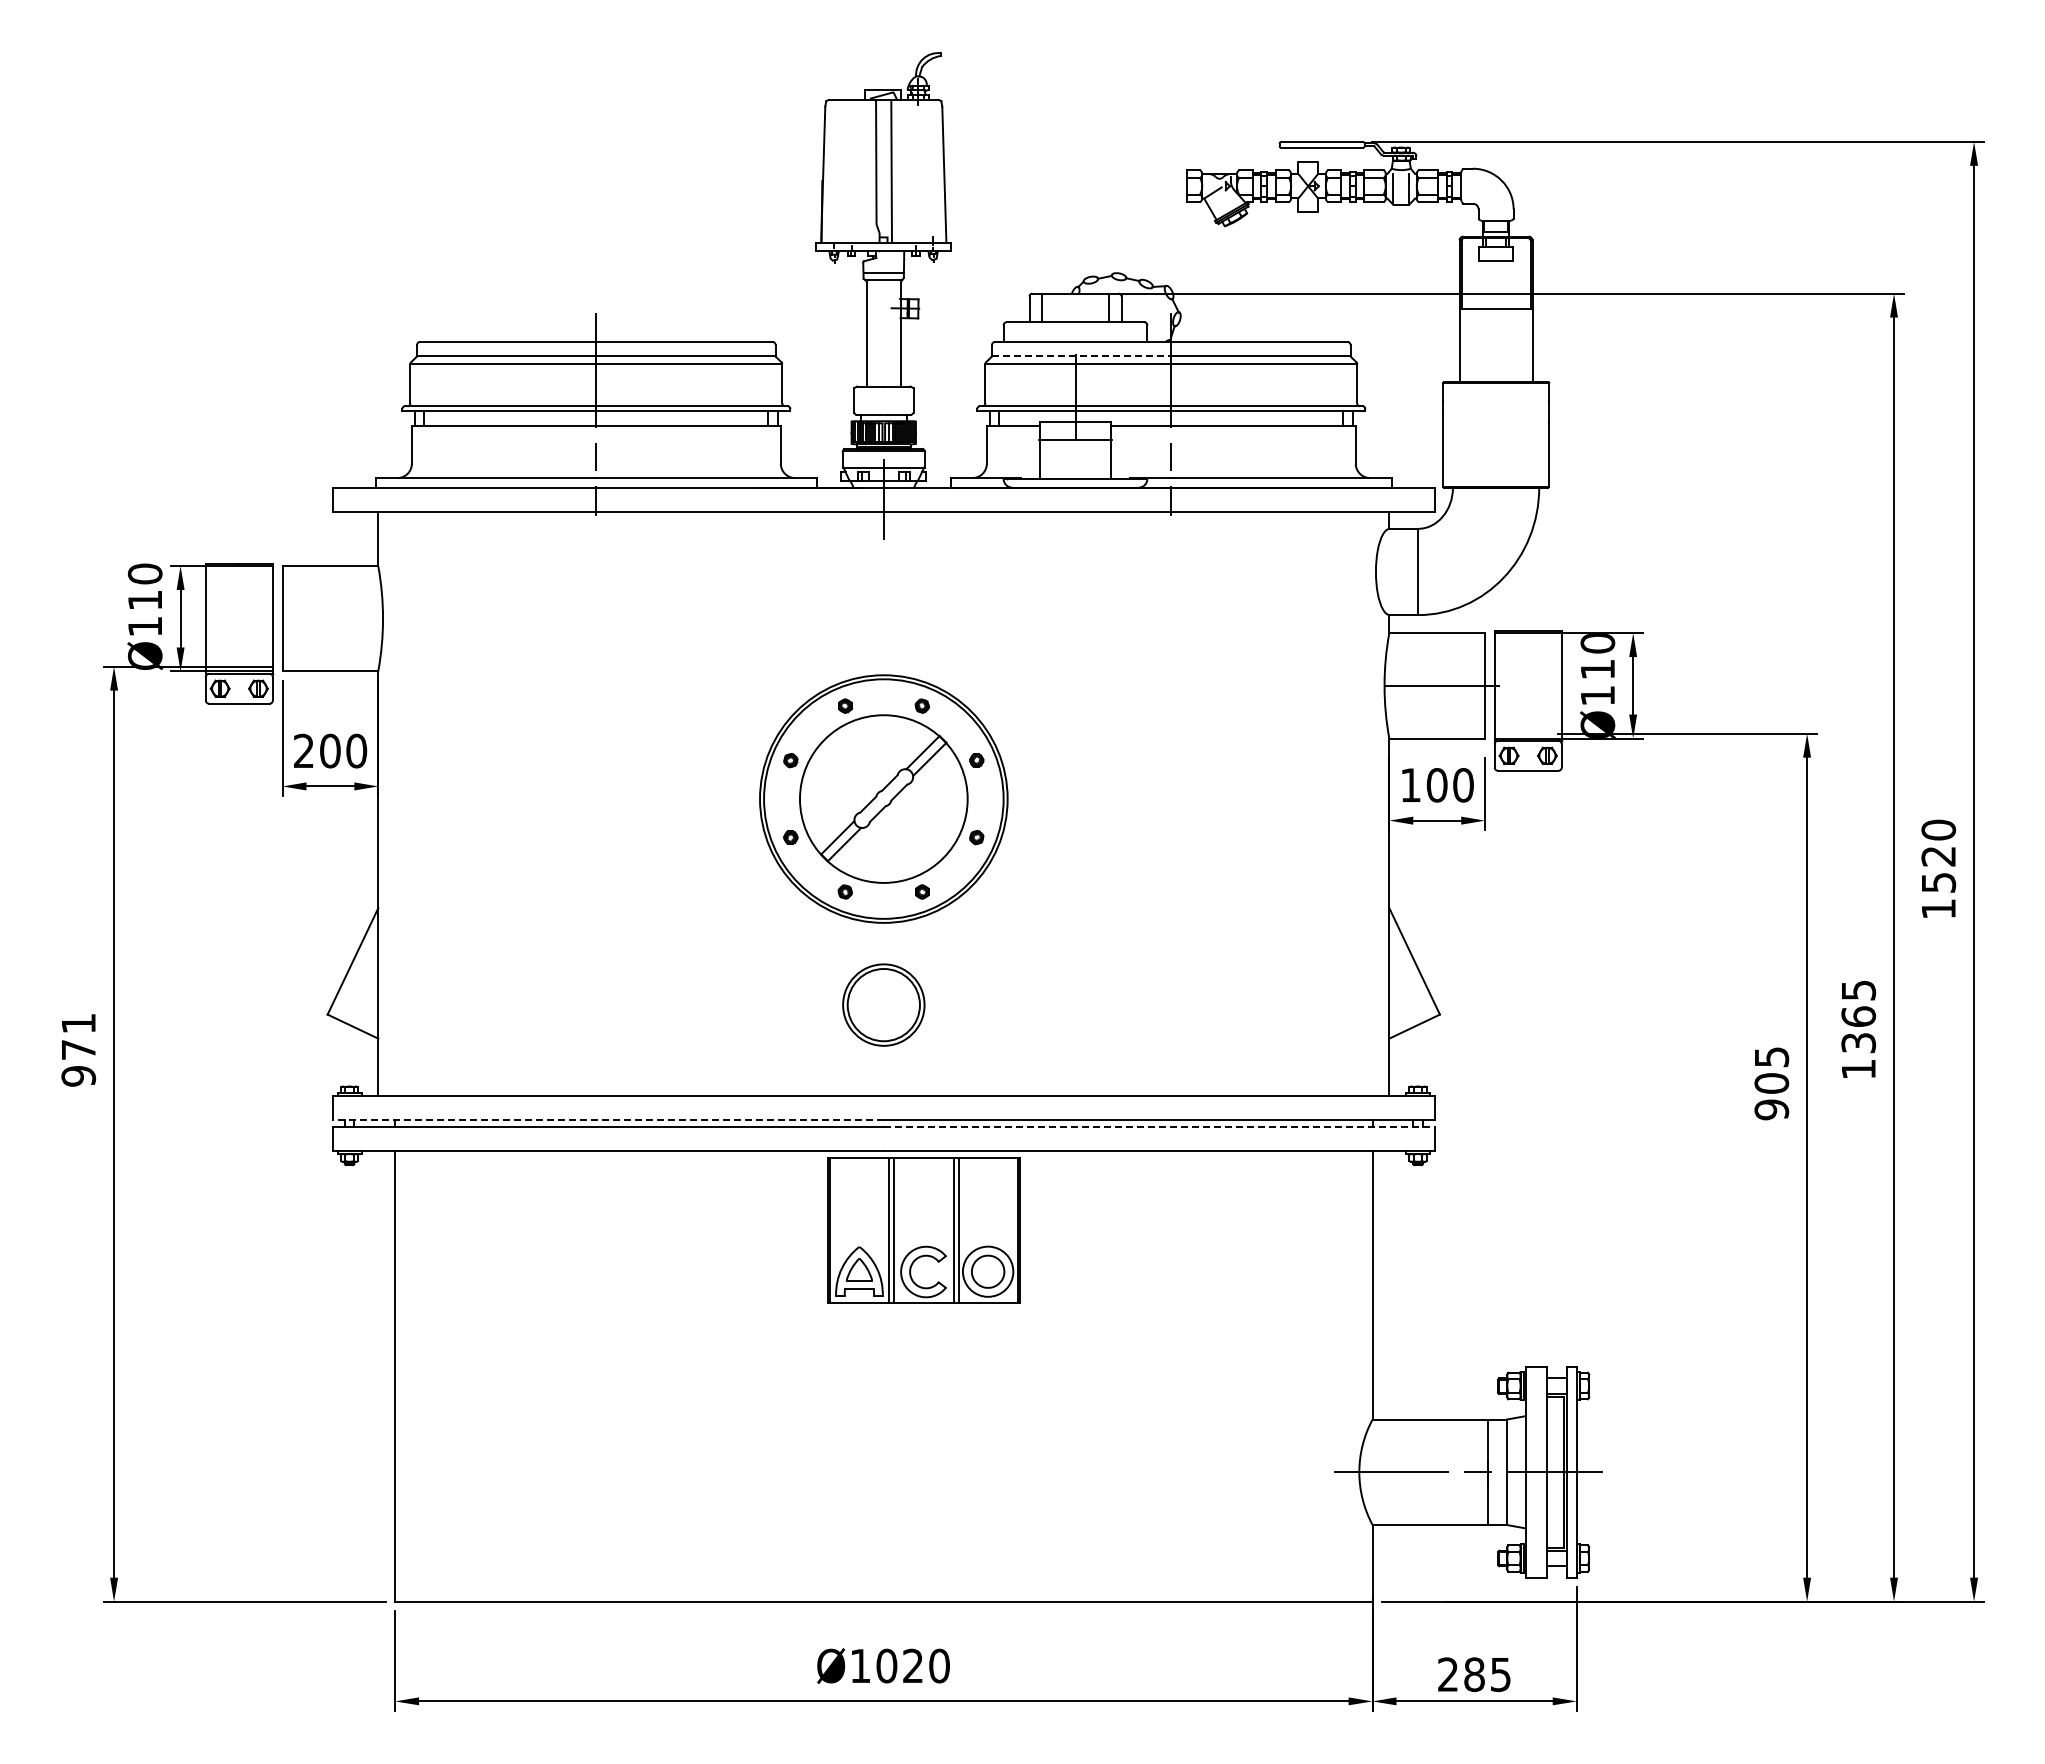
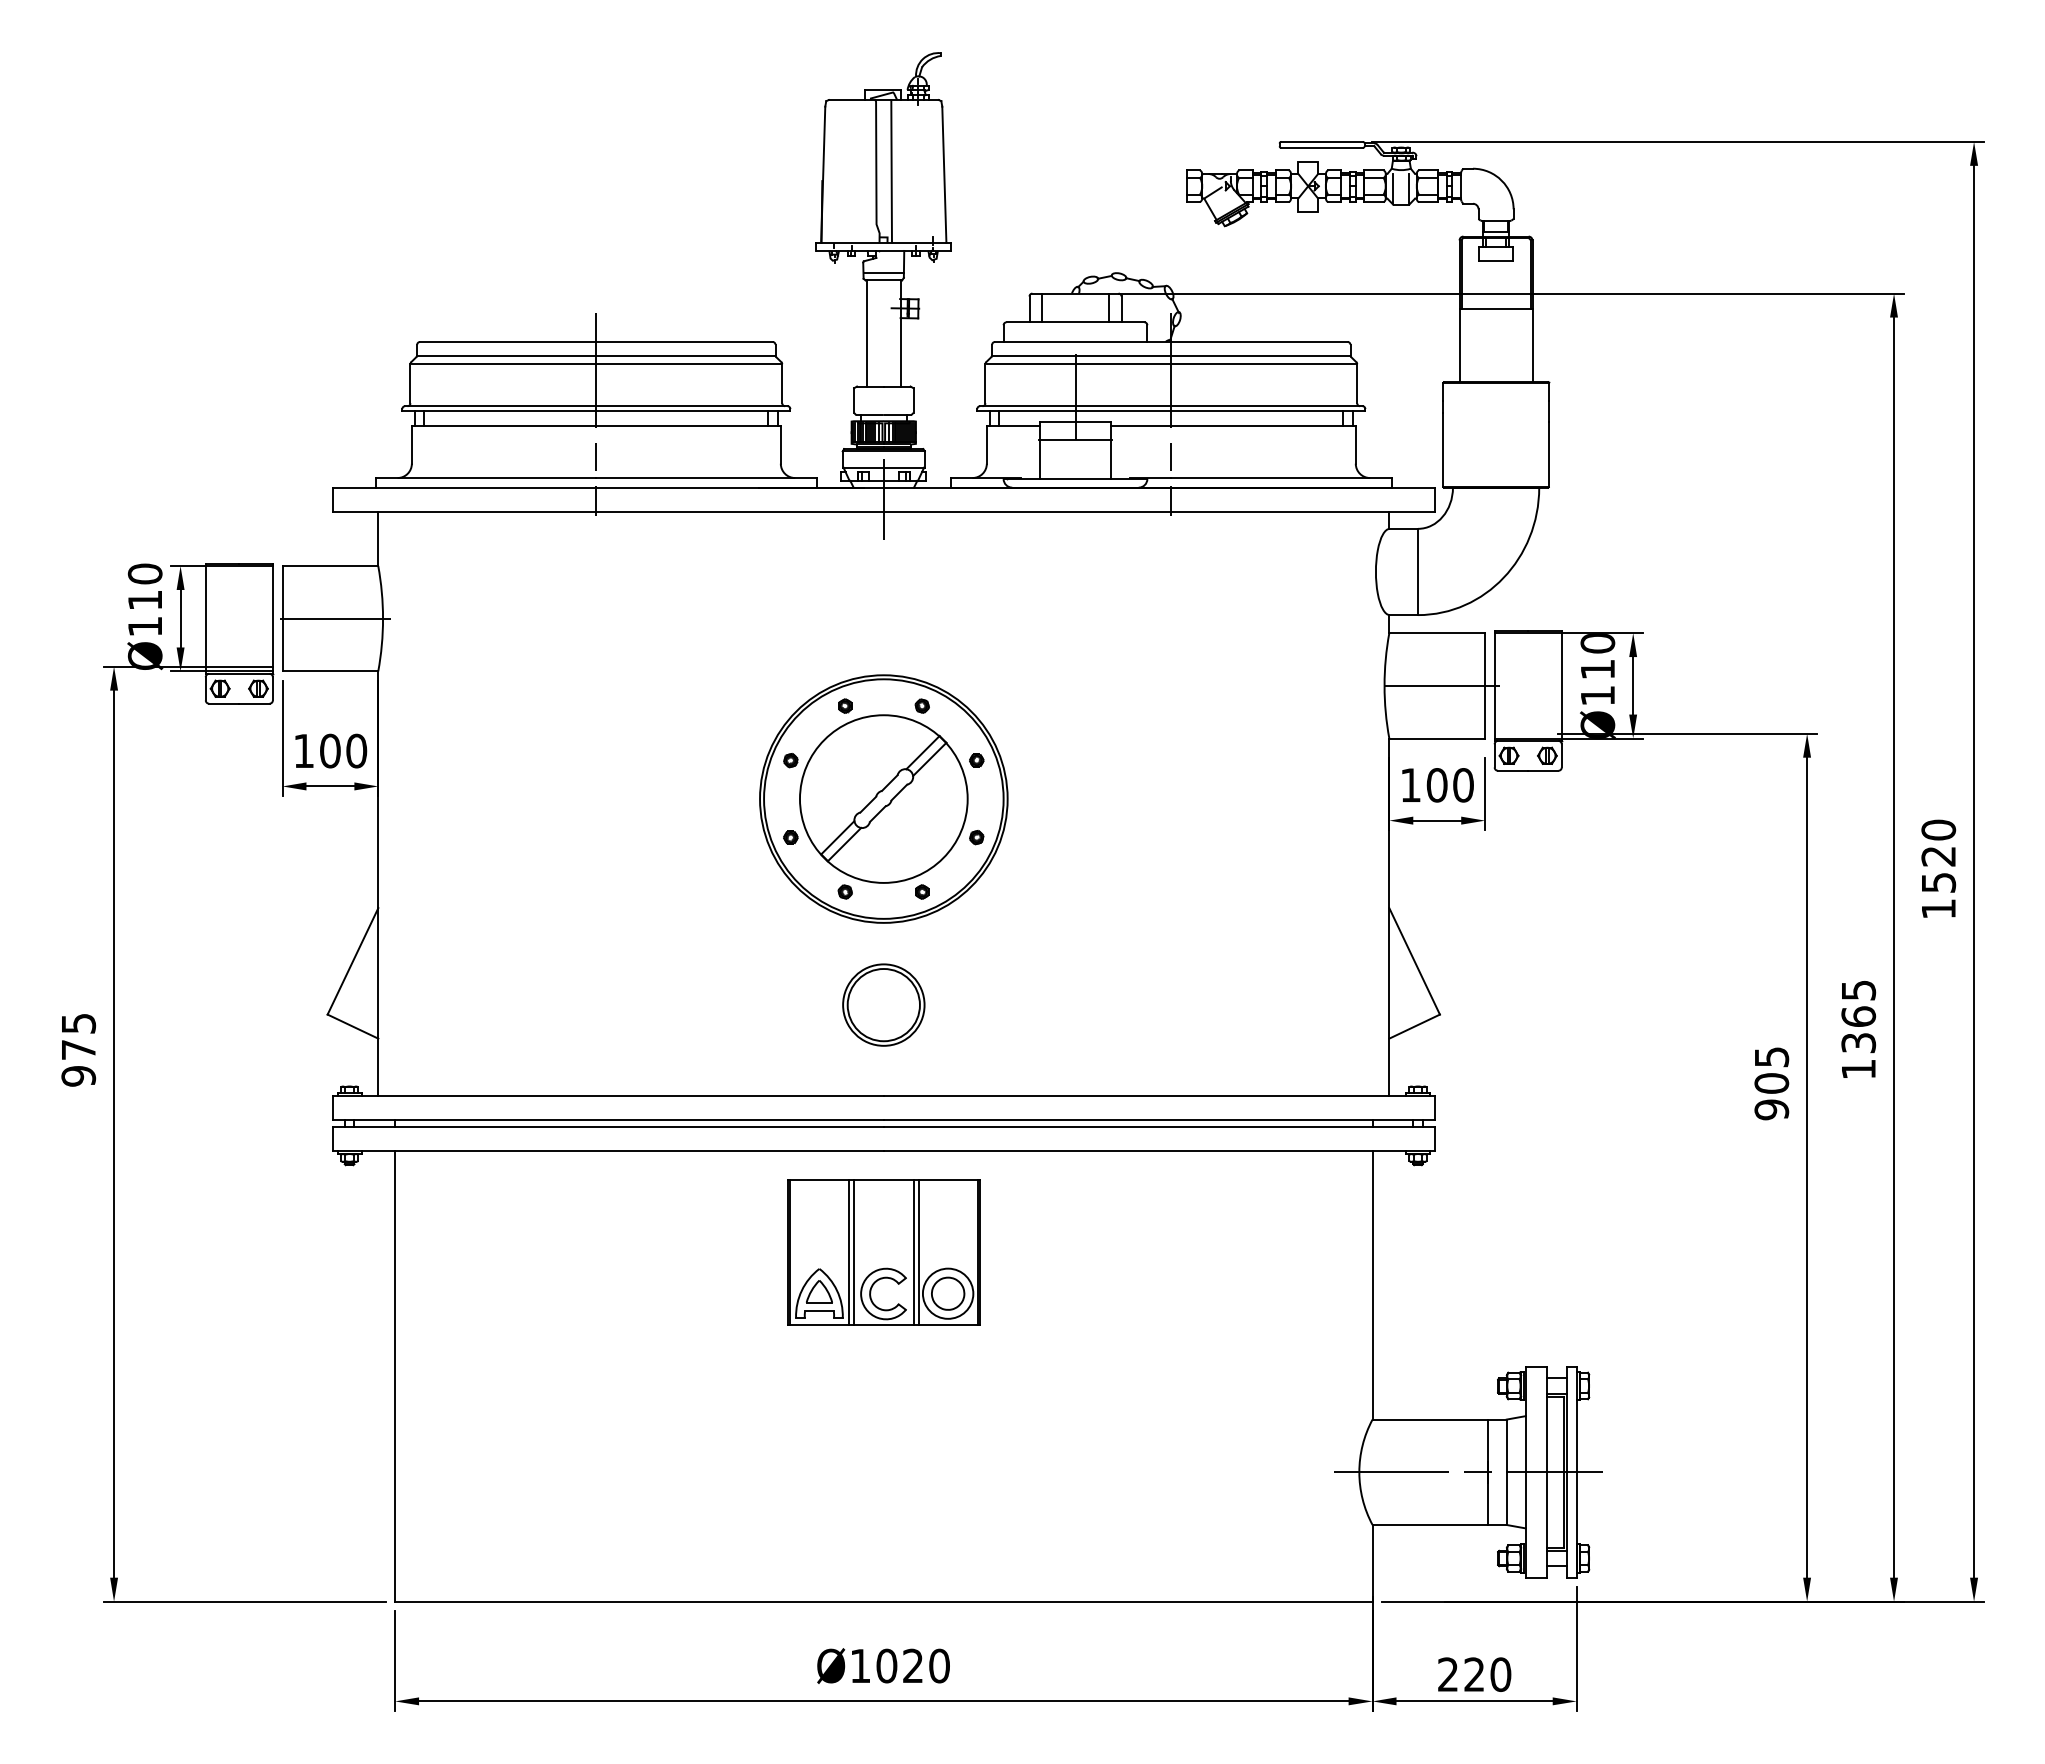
line at (1082, 356): dashed -> solid
line at (334, 618): none -> present
text at (303, 750): 200 -> 100
text at (79, 1023): 971 -> 975
line at (608, 1120): dashed -> solid
line at (1159, 1127): dashed -> solid
part at (923, 1230) position: (923, 1230) -> (883, 1252)
text at (1487, 1674): 285 -> 220
